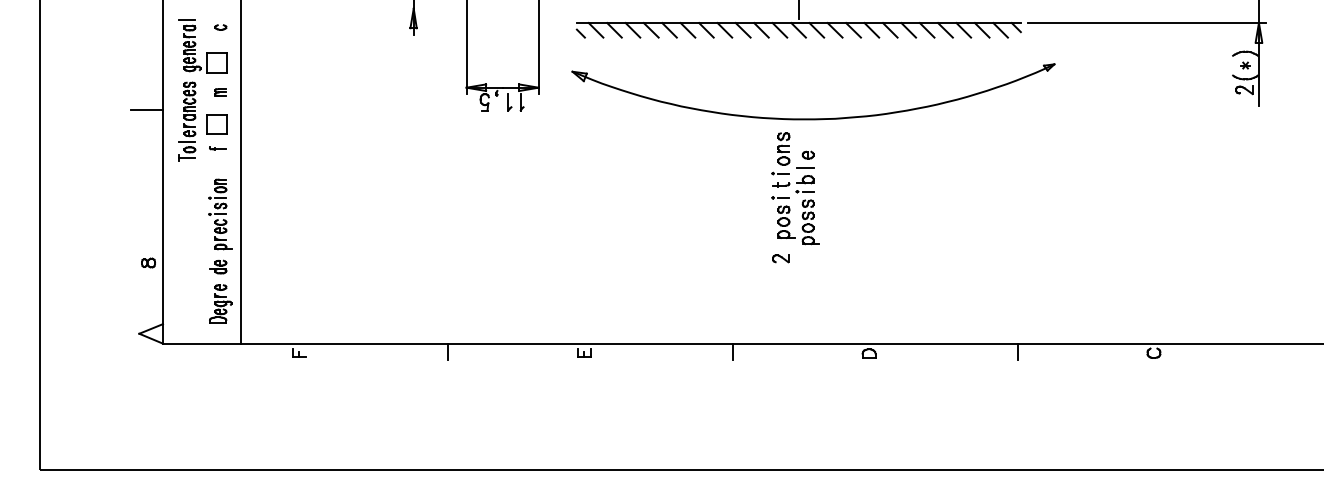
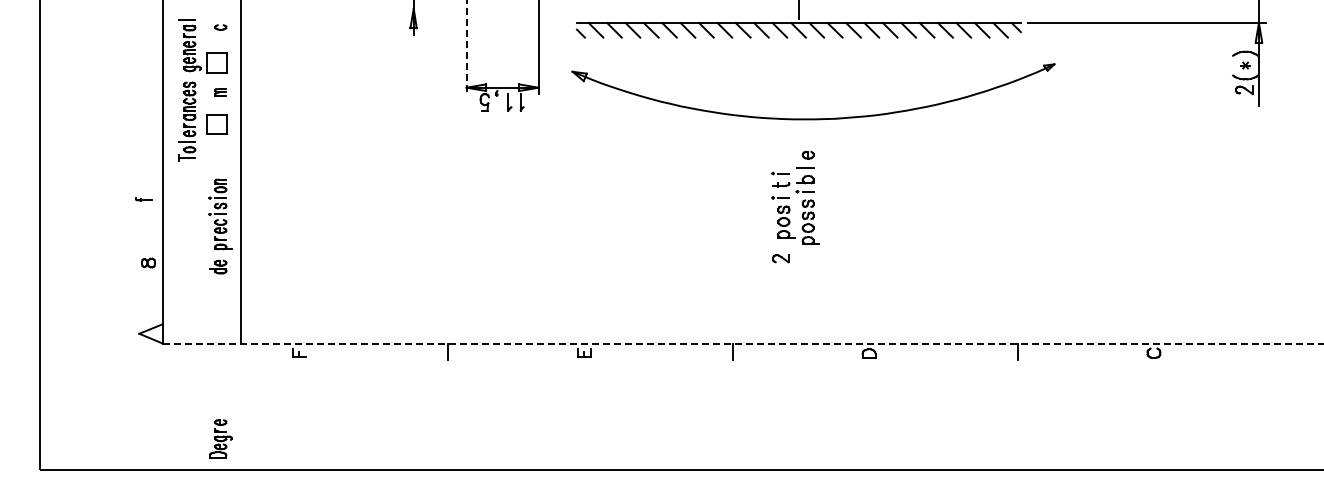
line at (466, 47): solid -> dashed
line at (146, 110): present -> none
part at (217, 148) position: (217, 148) -> (143, 199)
part at (783, 148): present -> none
part at (220, 303) position: (220, 303) -> (220, 438)
line at (744, 343): solid -> dashed
